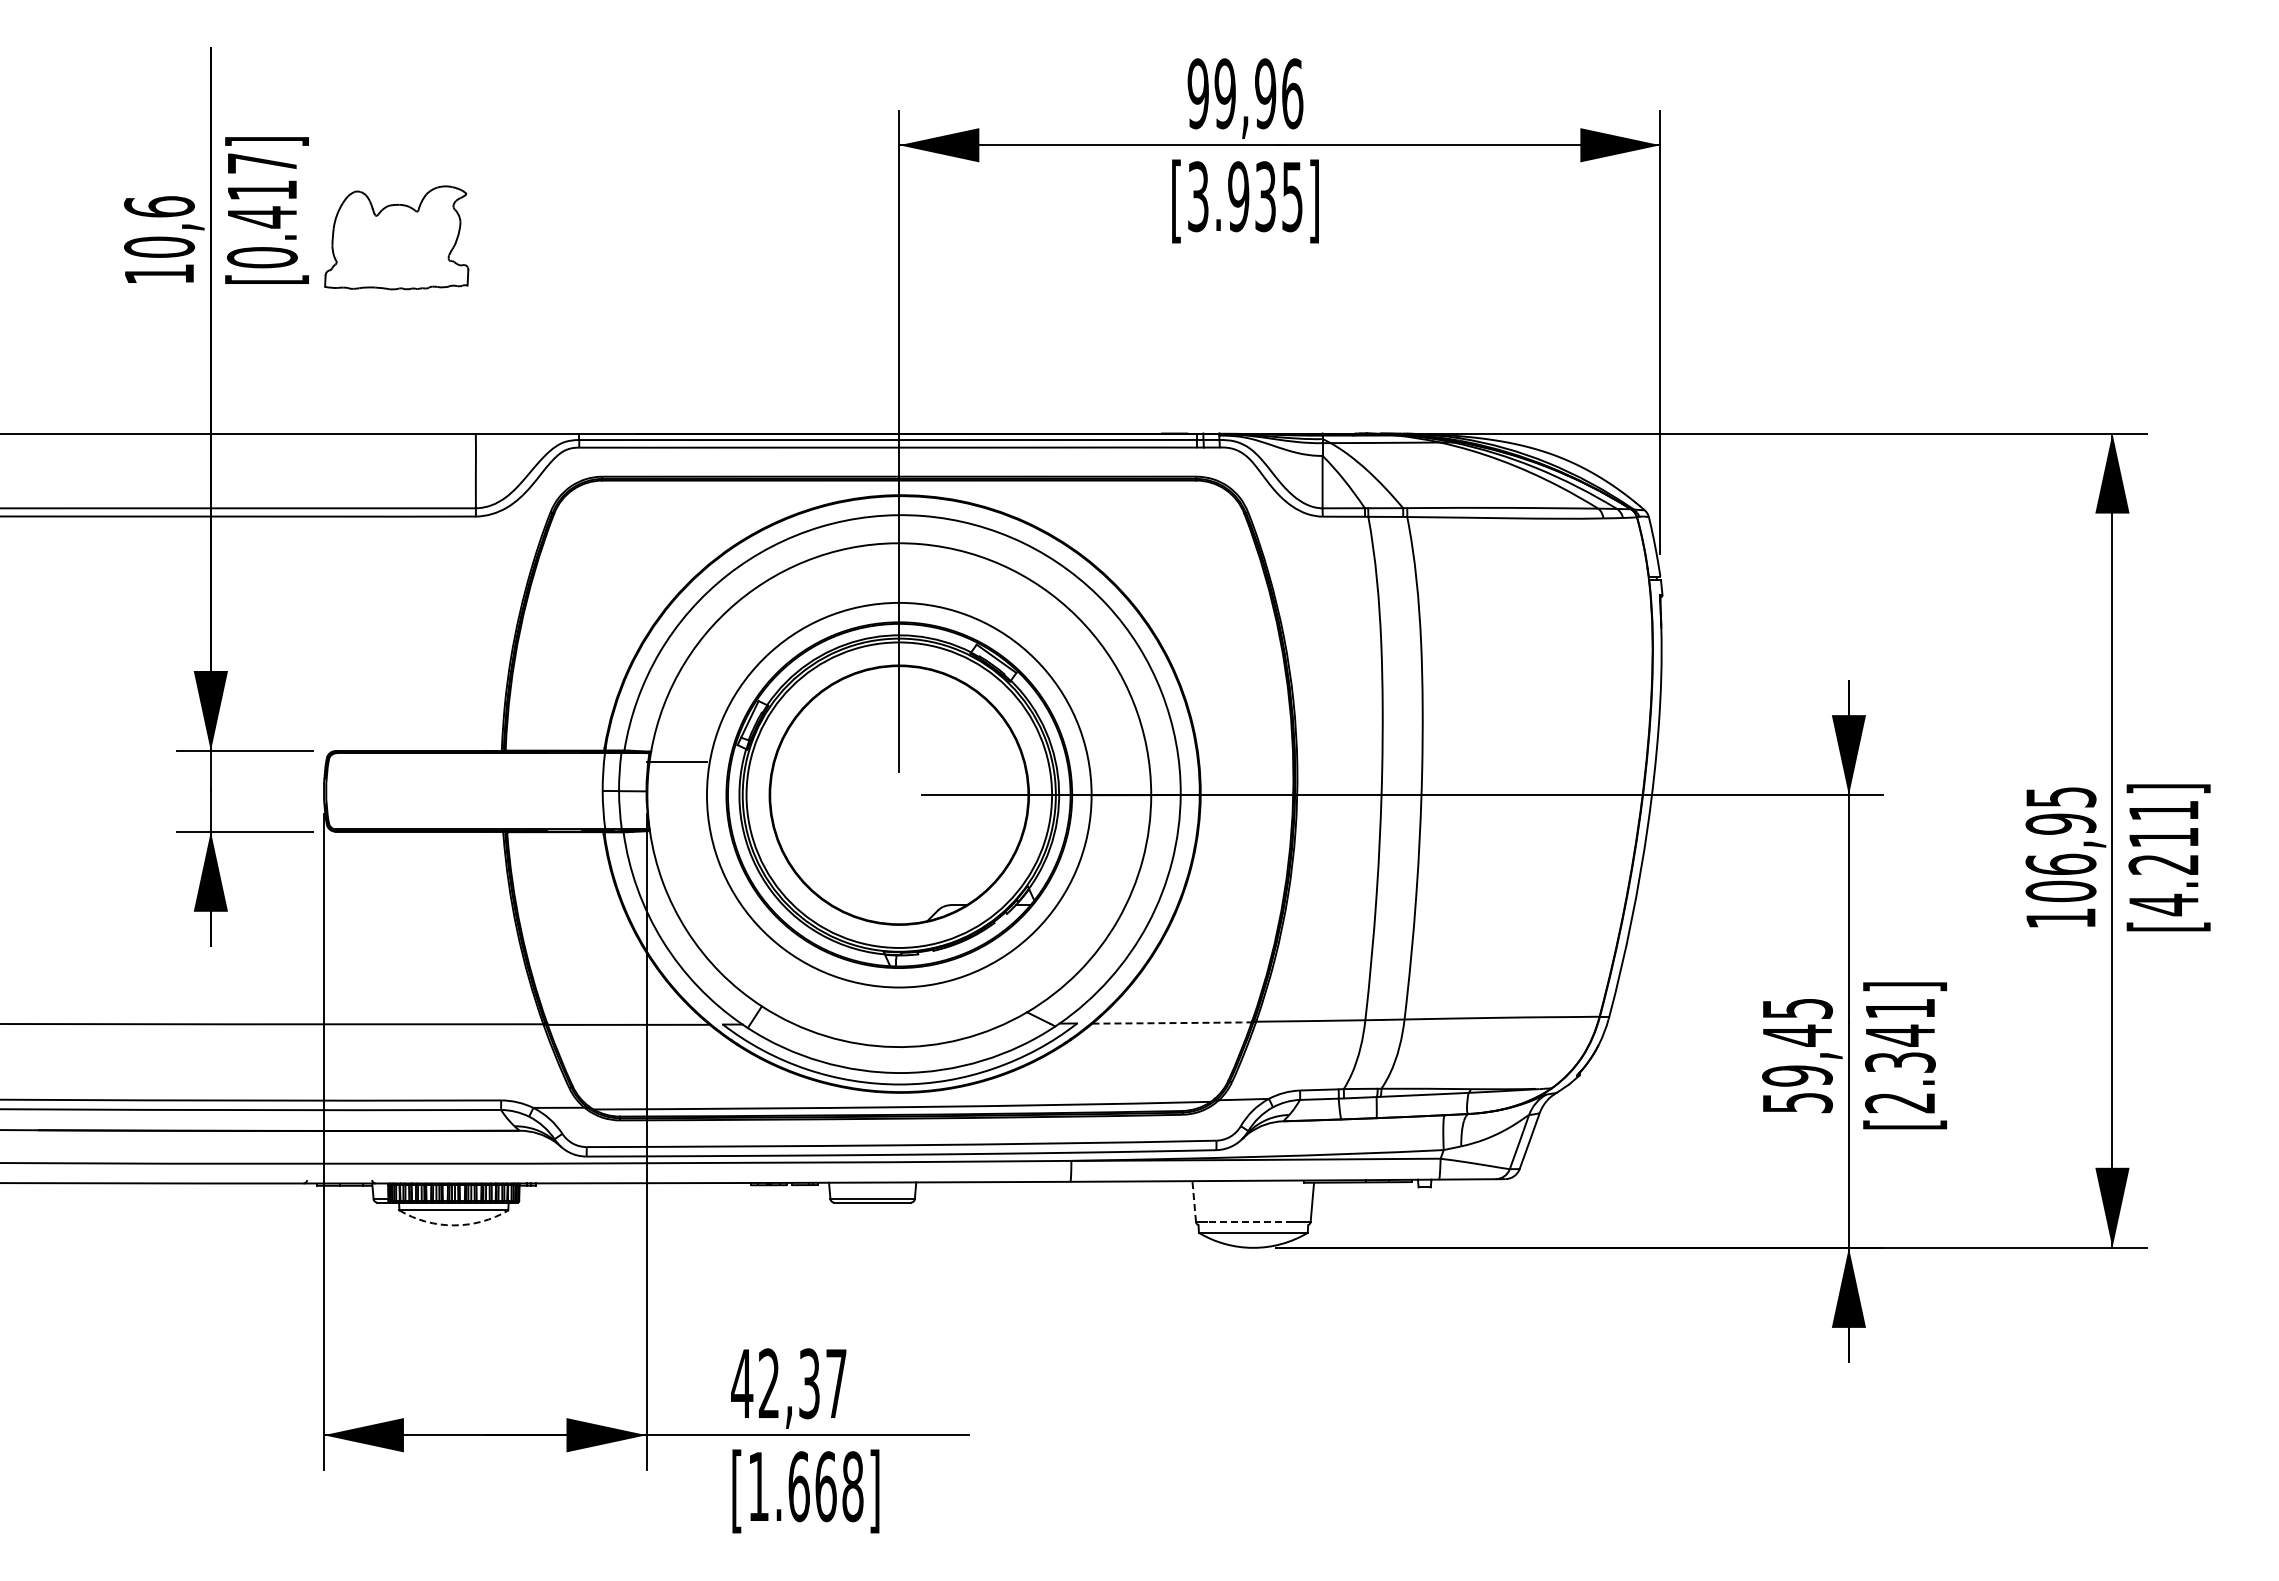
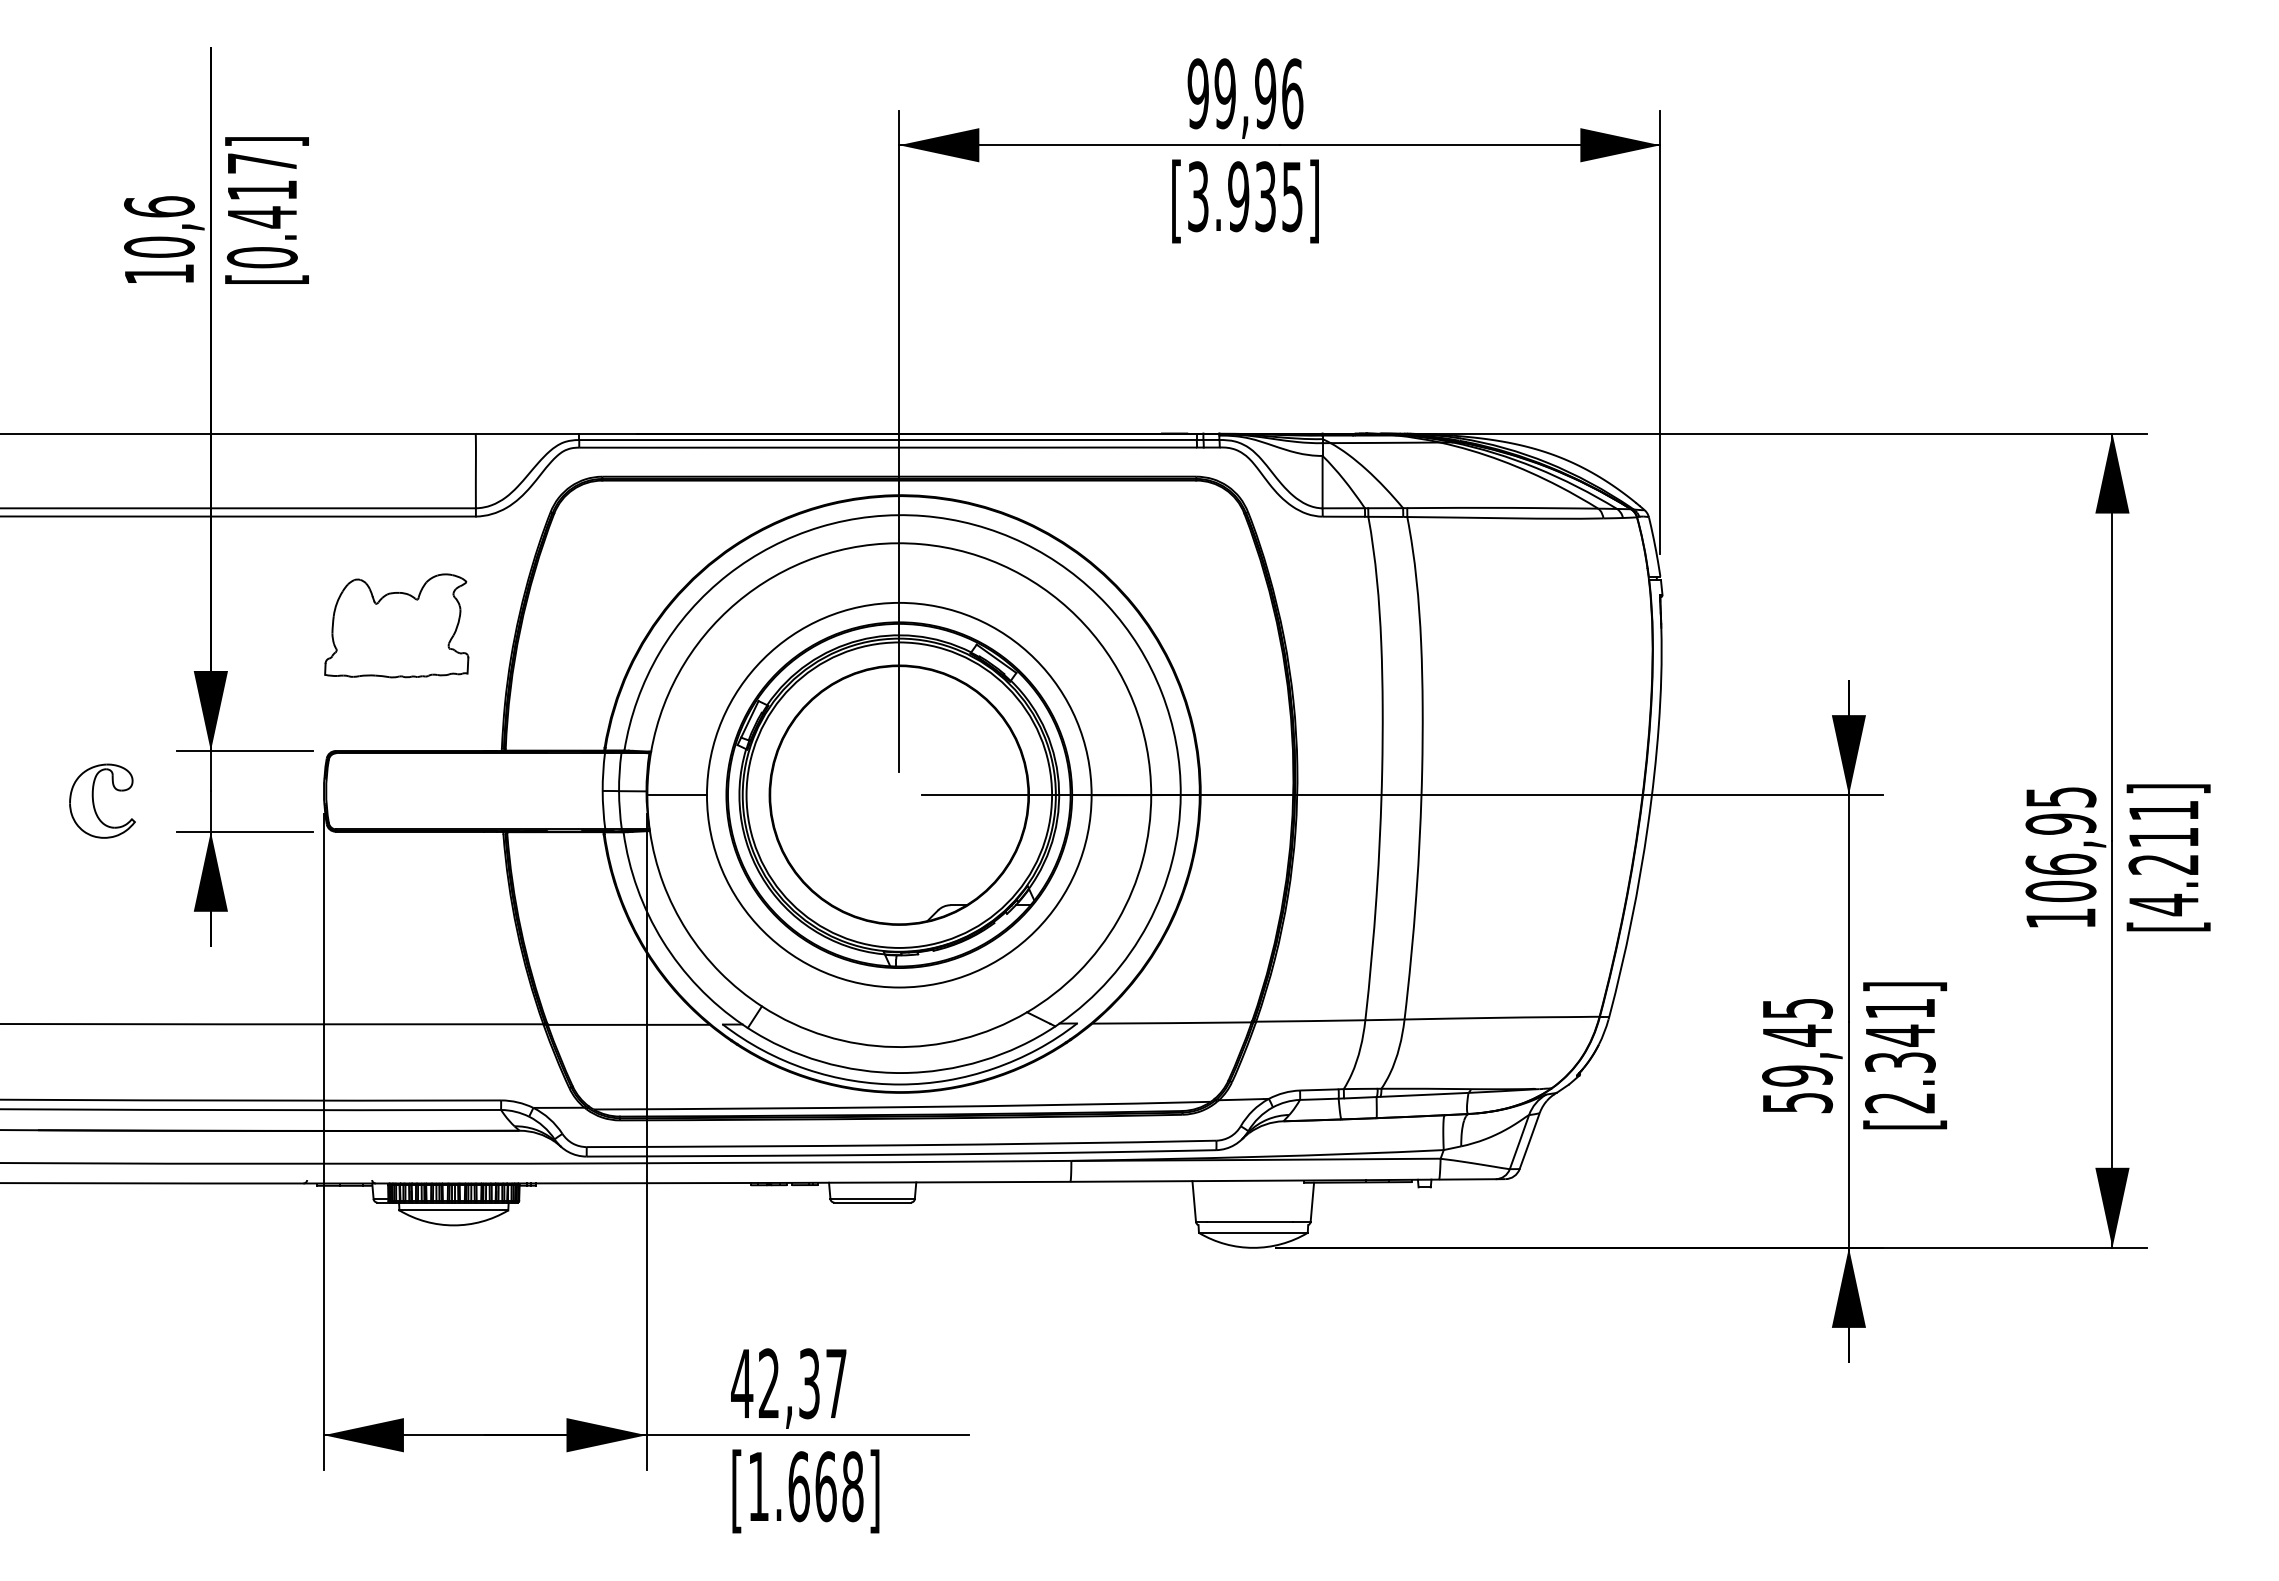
part at (396, 237) position: (396, 237) -> (396, 625)
line at (676, 762) position: (676, 762) -> (676, 795)
part at (94, 802): none -> present
arc at (1172, 1023): dashed -> solid
line at (1194, 1201): dashed -> solid
line at (1250, 1221): dashed -> solid
arc at (453, 1225): dashed -> solid
